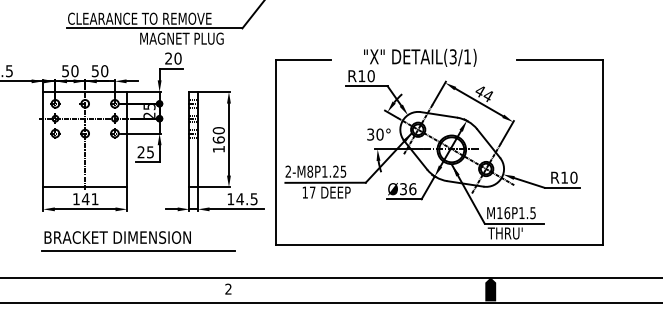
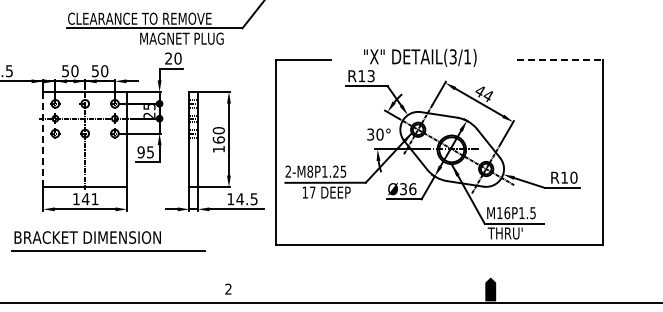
line at (560, 59): solid -> dashed
text at (370, 76): R10 -> R13
line at (43, 139): solid -> dashed
text at (140, 152): 25 -> 95
part at (138, 241) position: (138, 241) -> (108, 241)
line at (330, 277): present -> none
